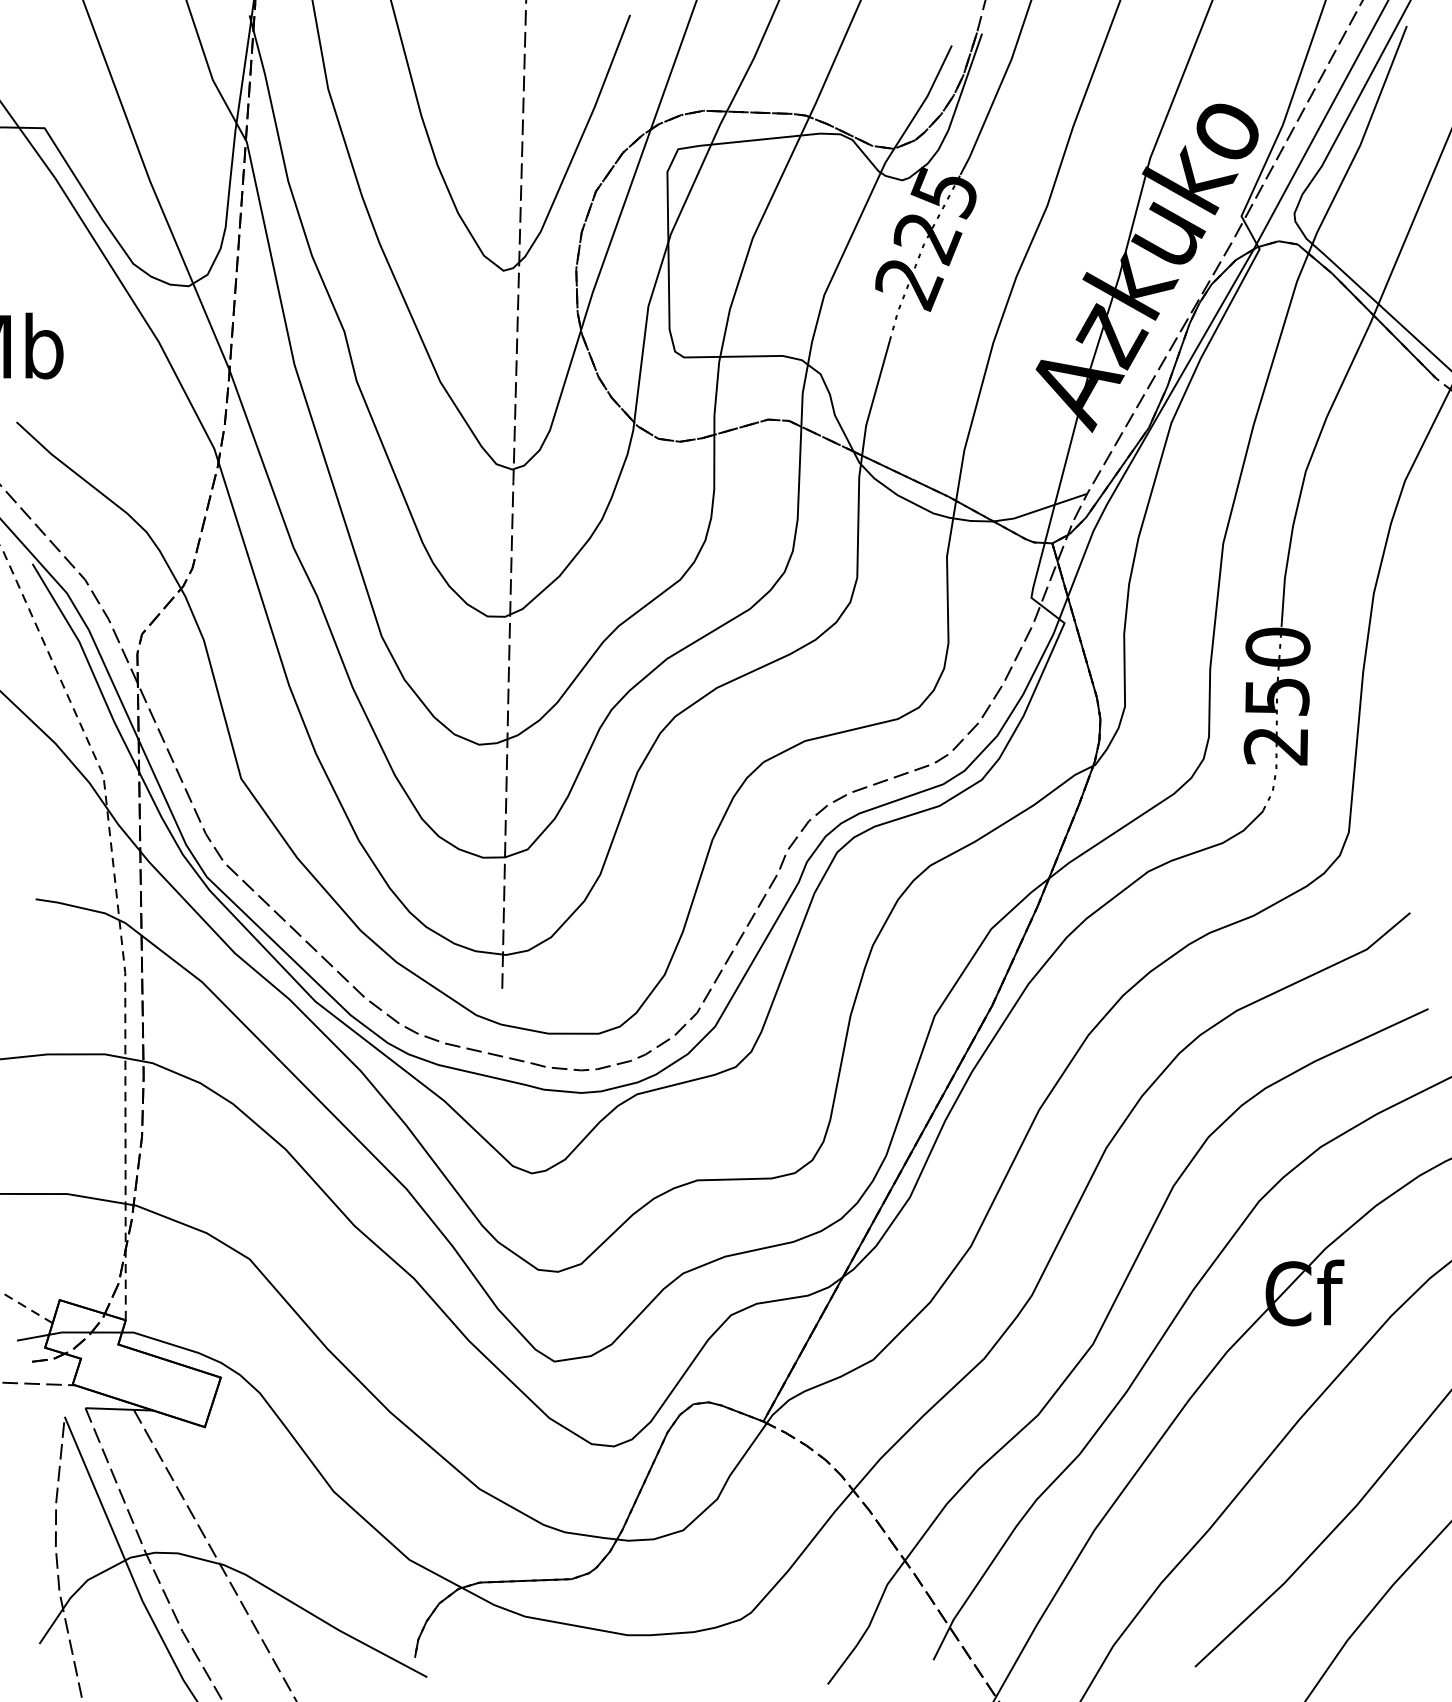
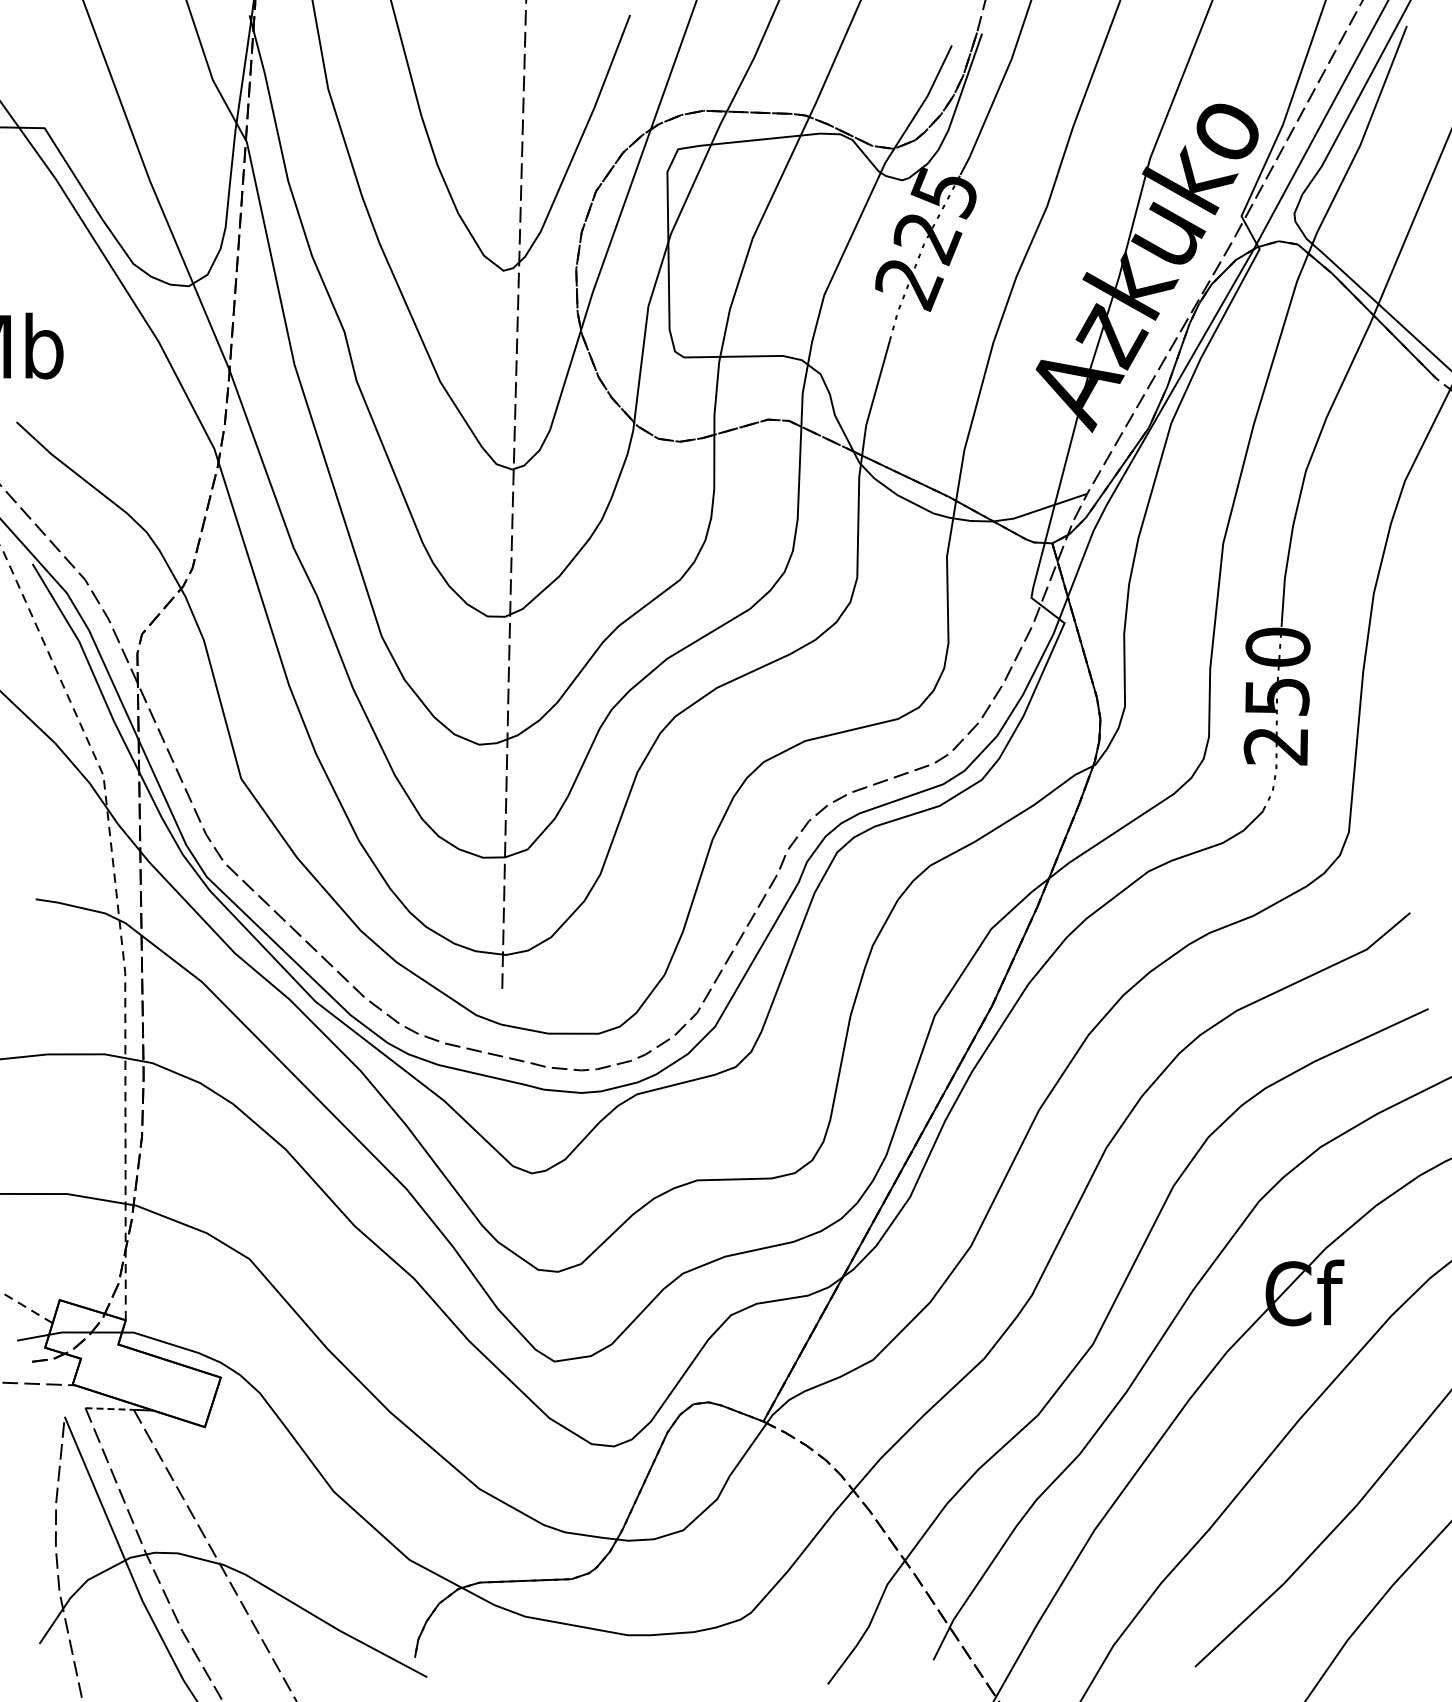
line at (110, 1409): solid -> dashed
